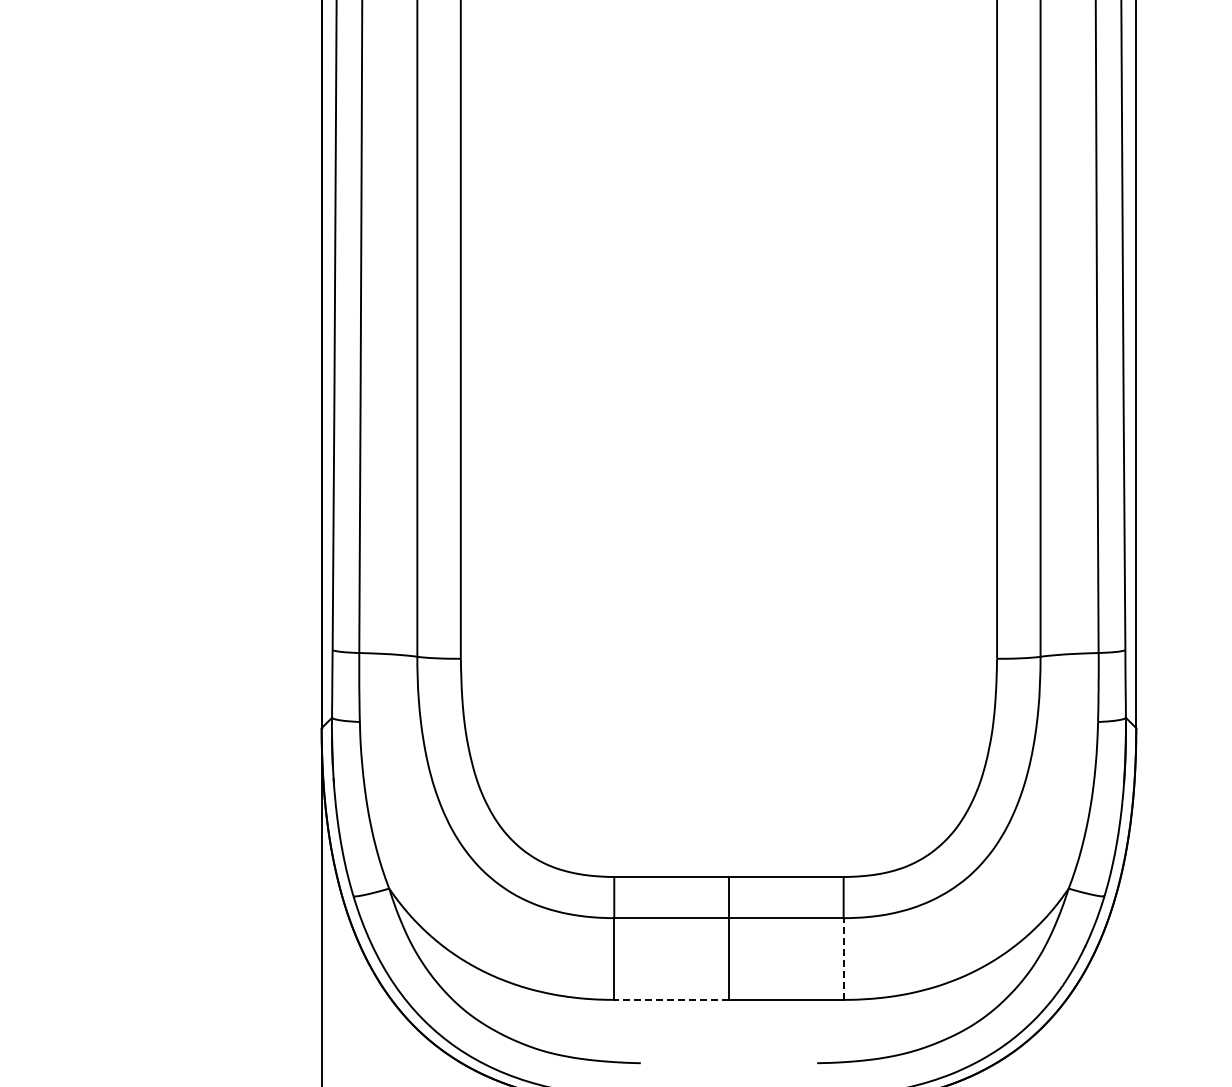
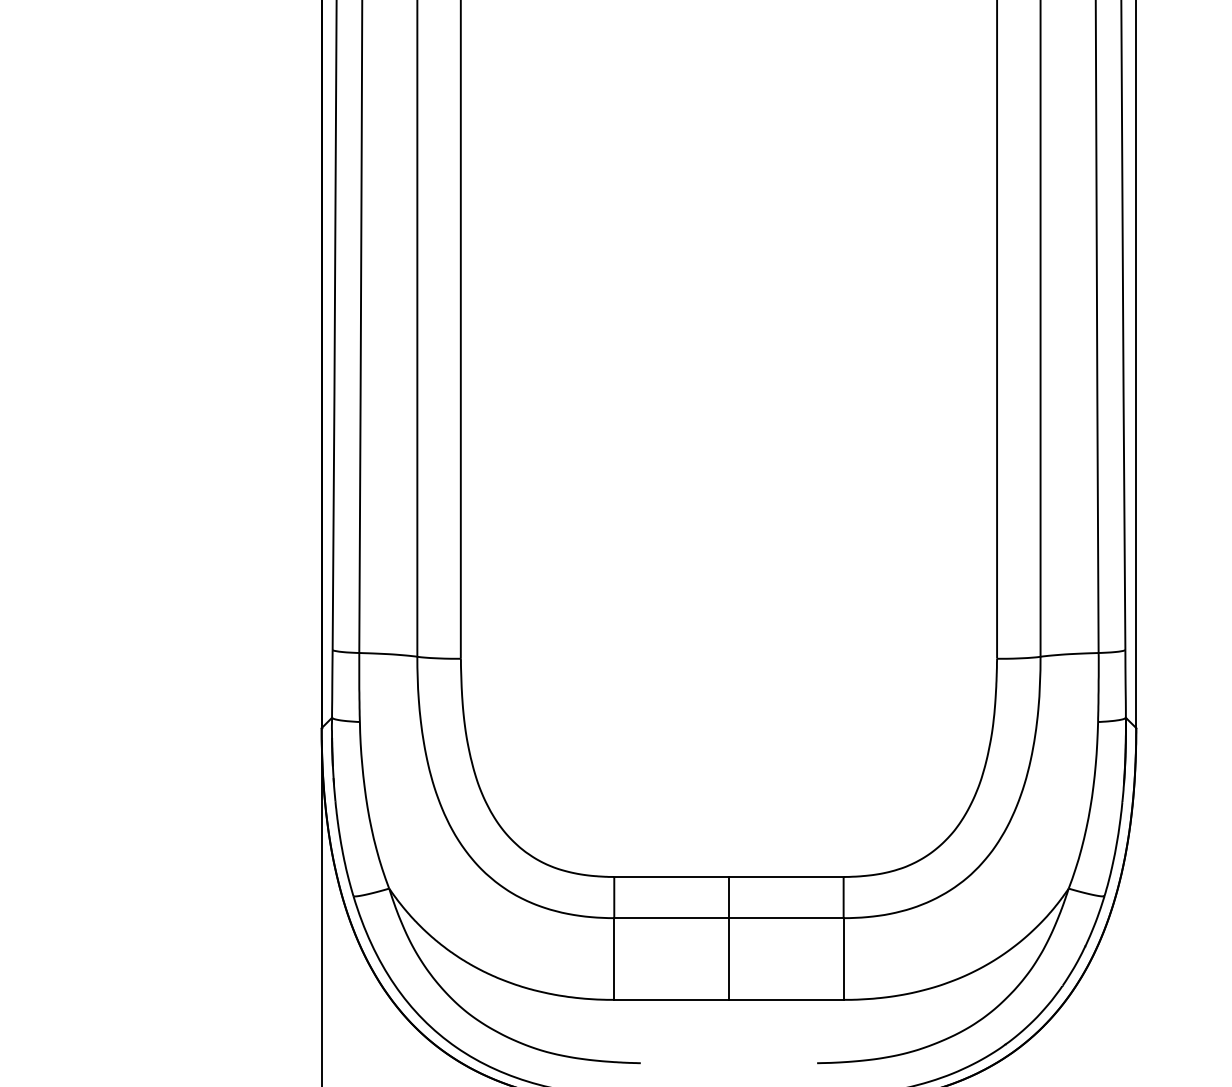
line at (843, 959): dashed -> solid
line at (671, 999): dashed -> solid
